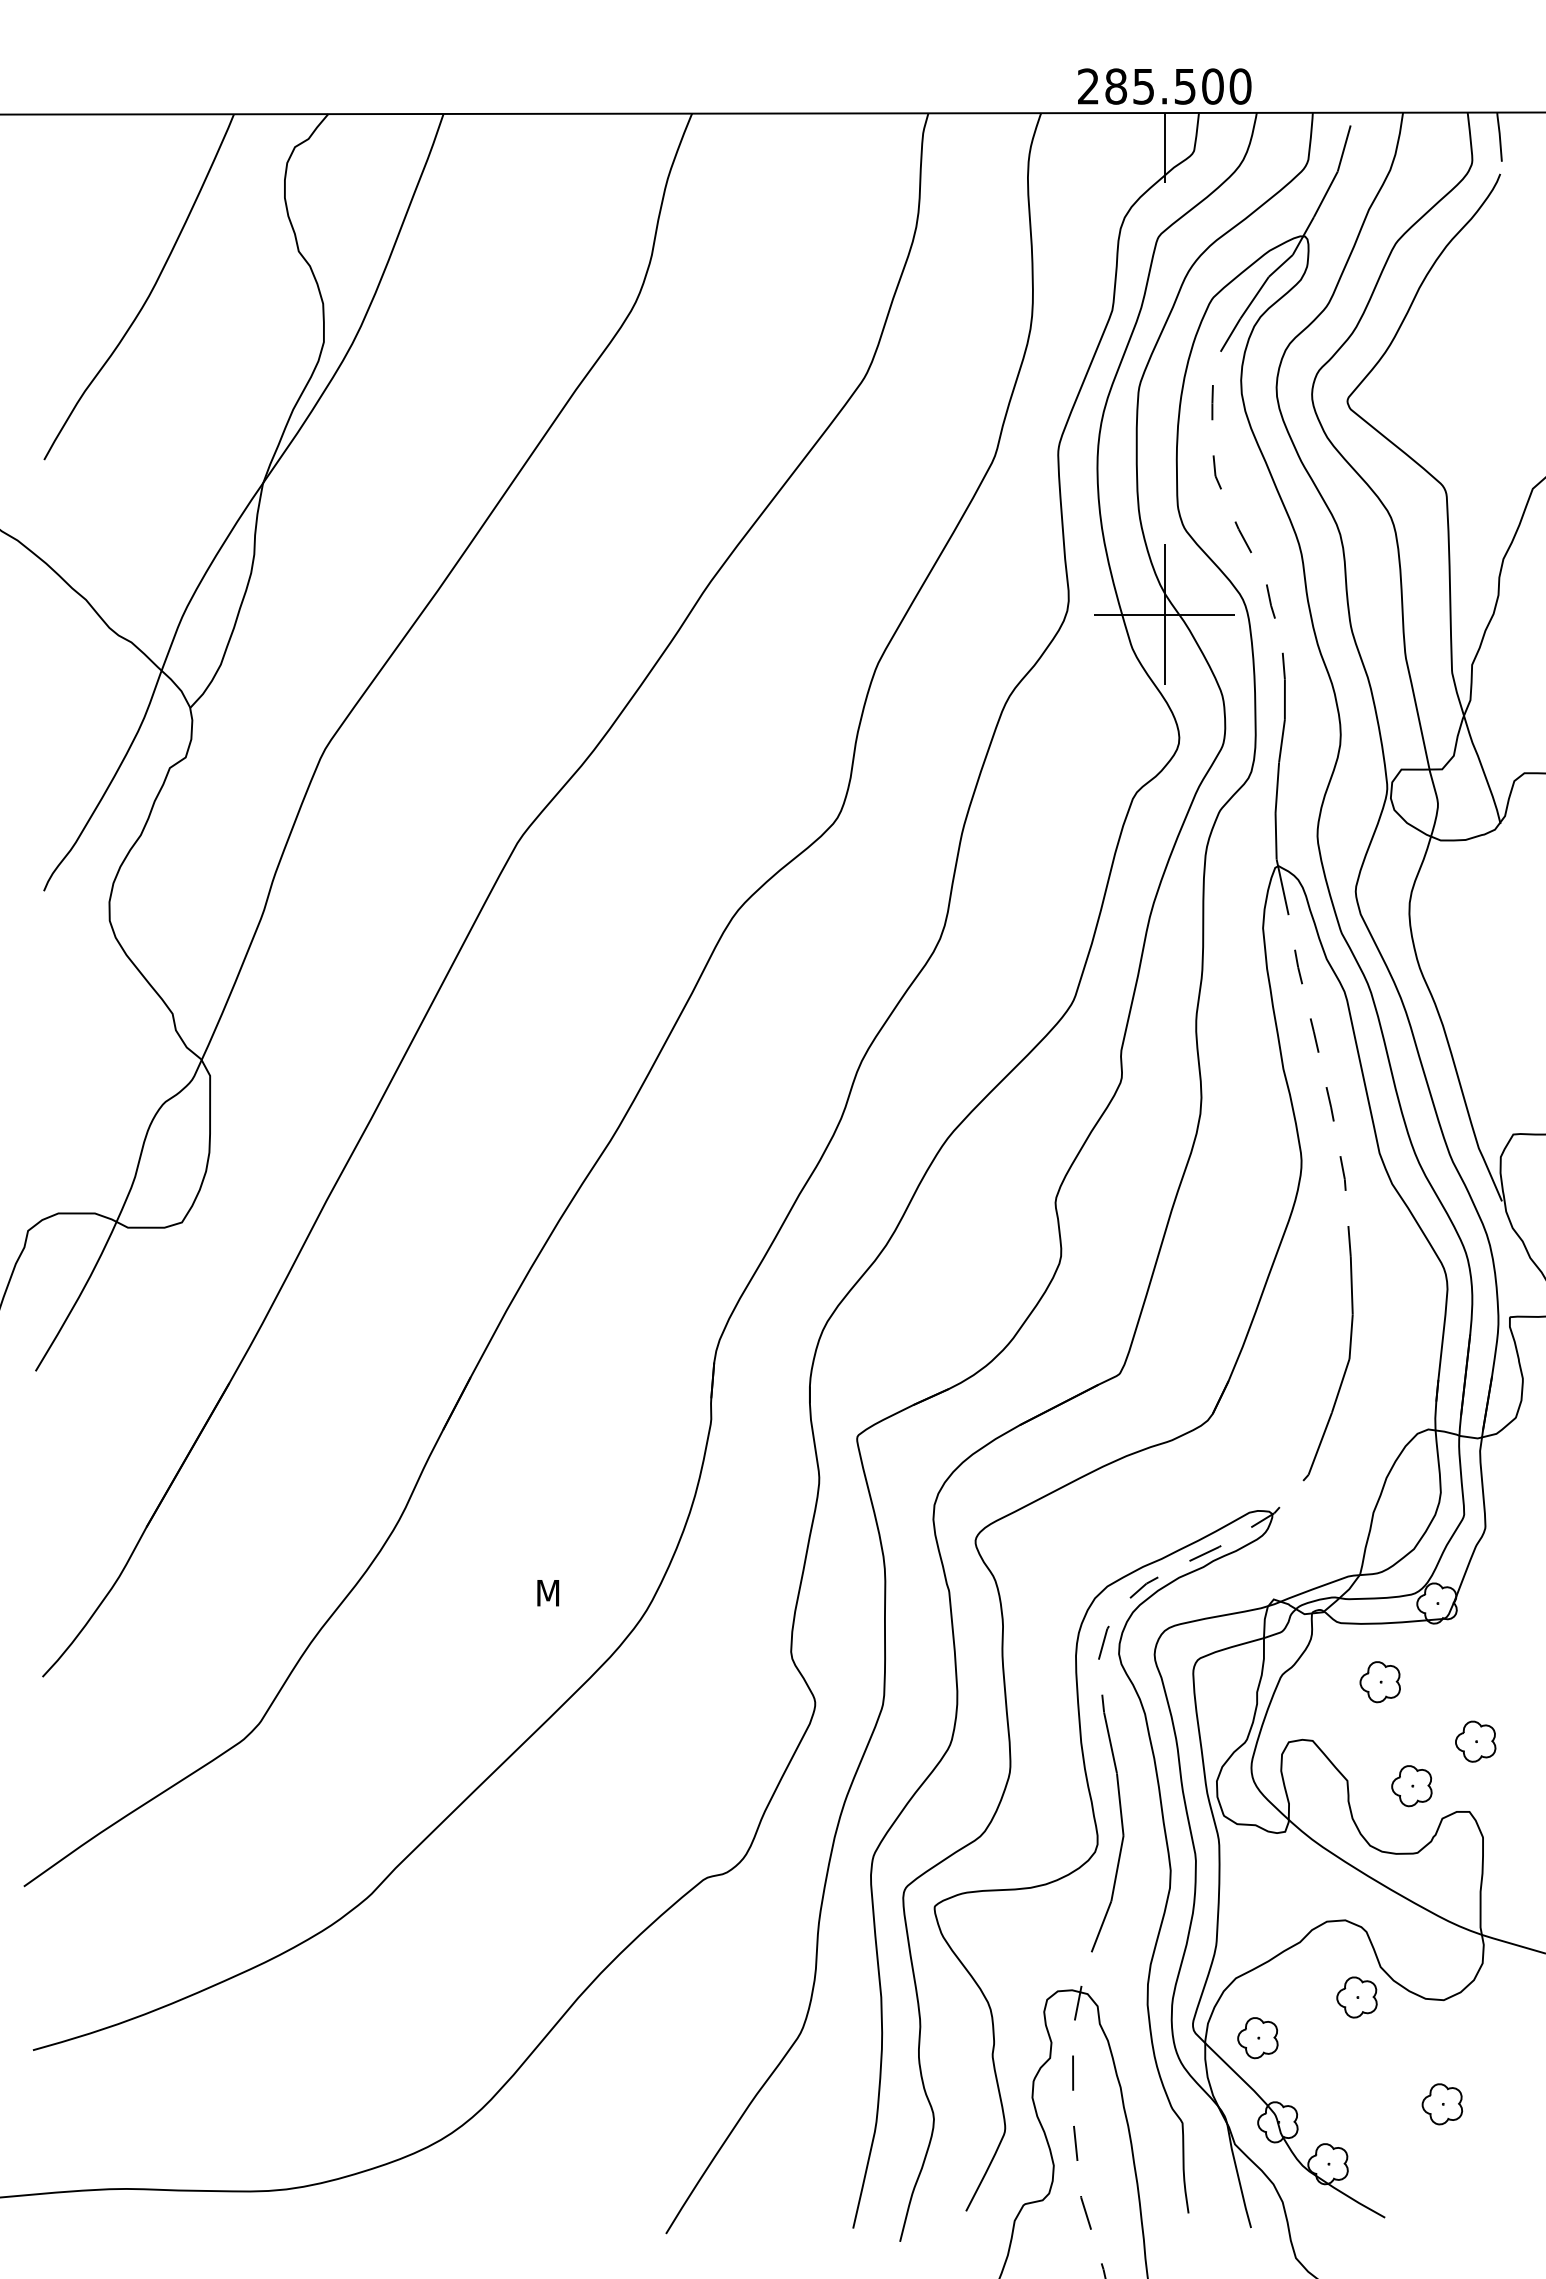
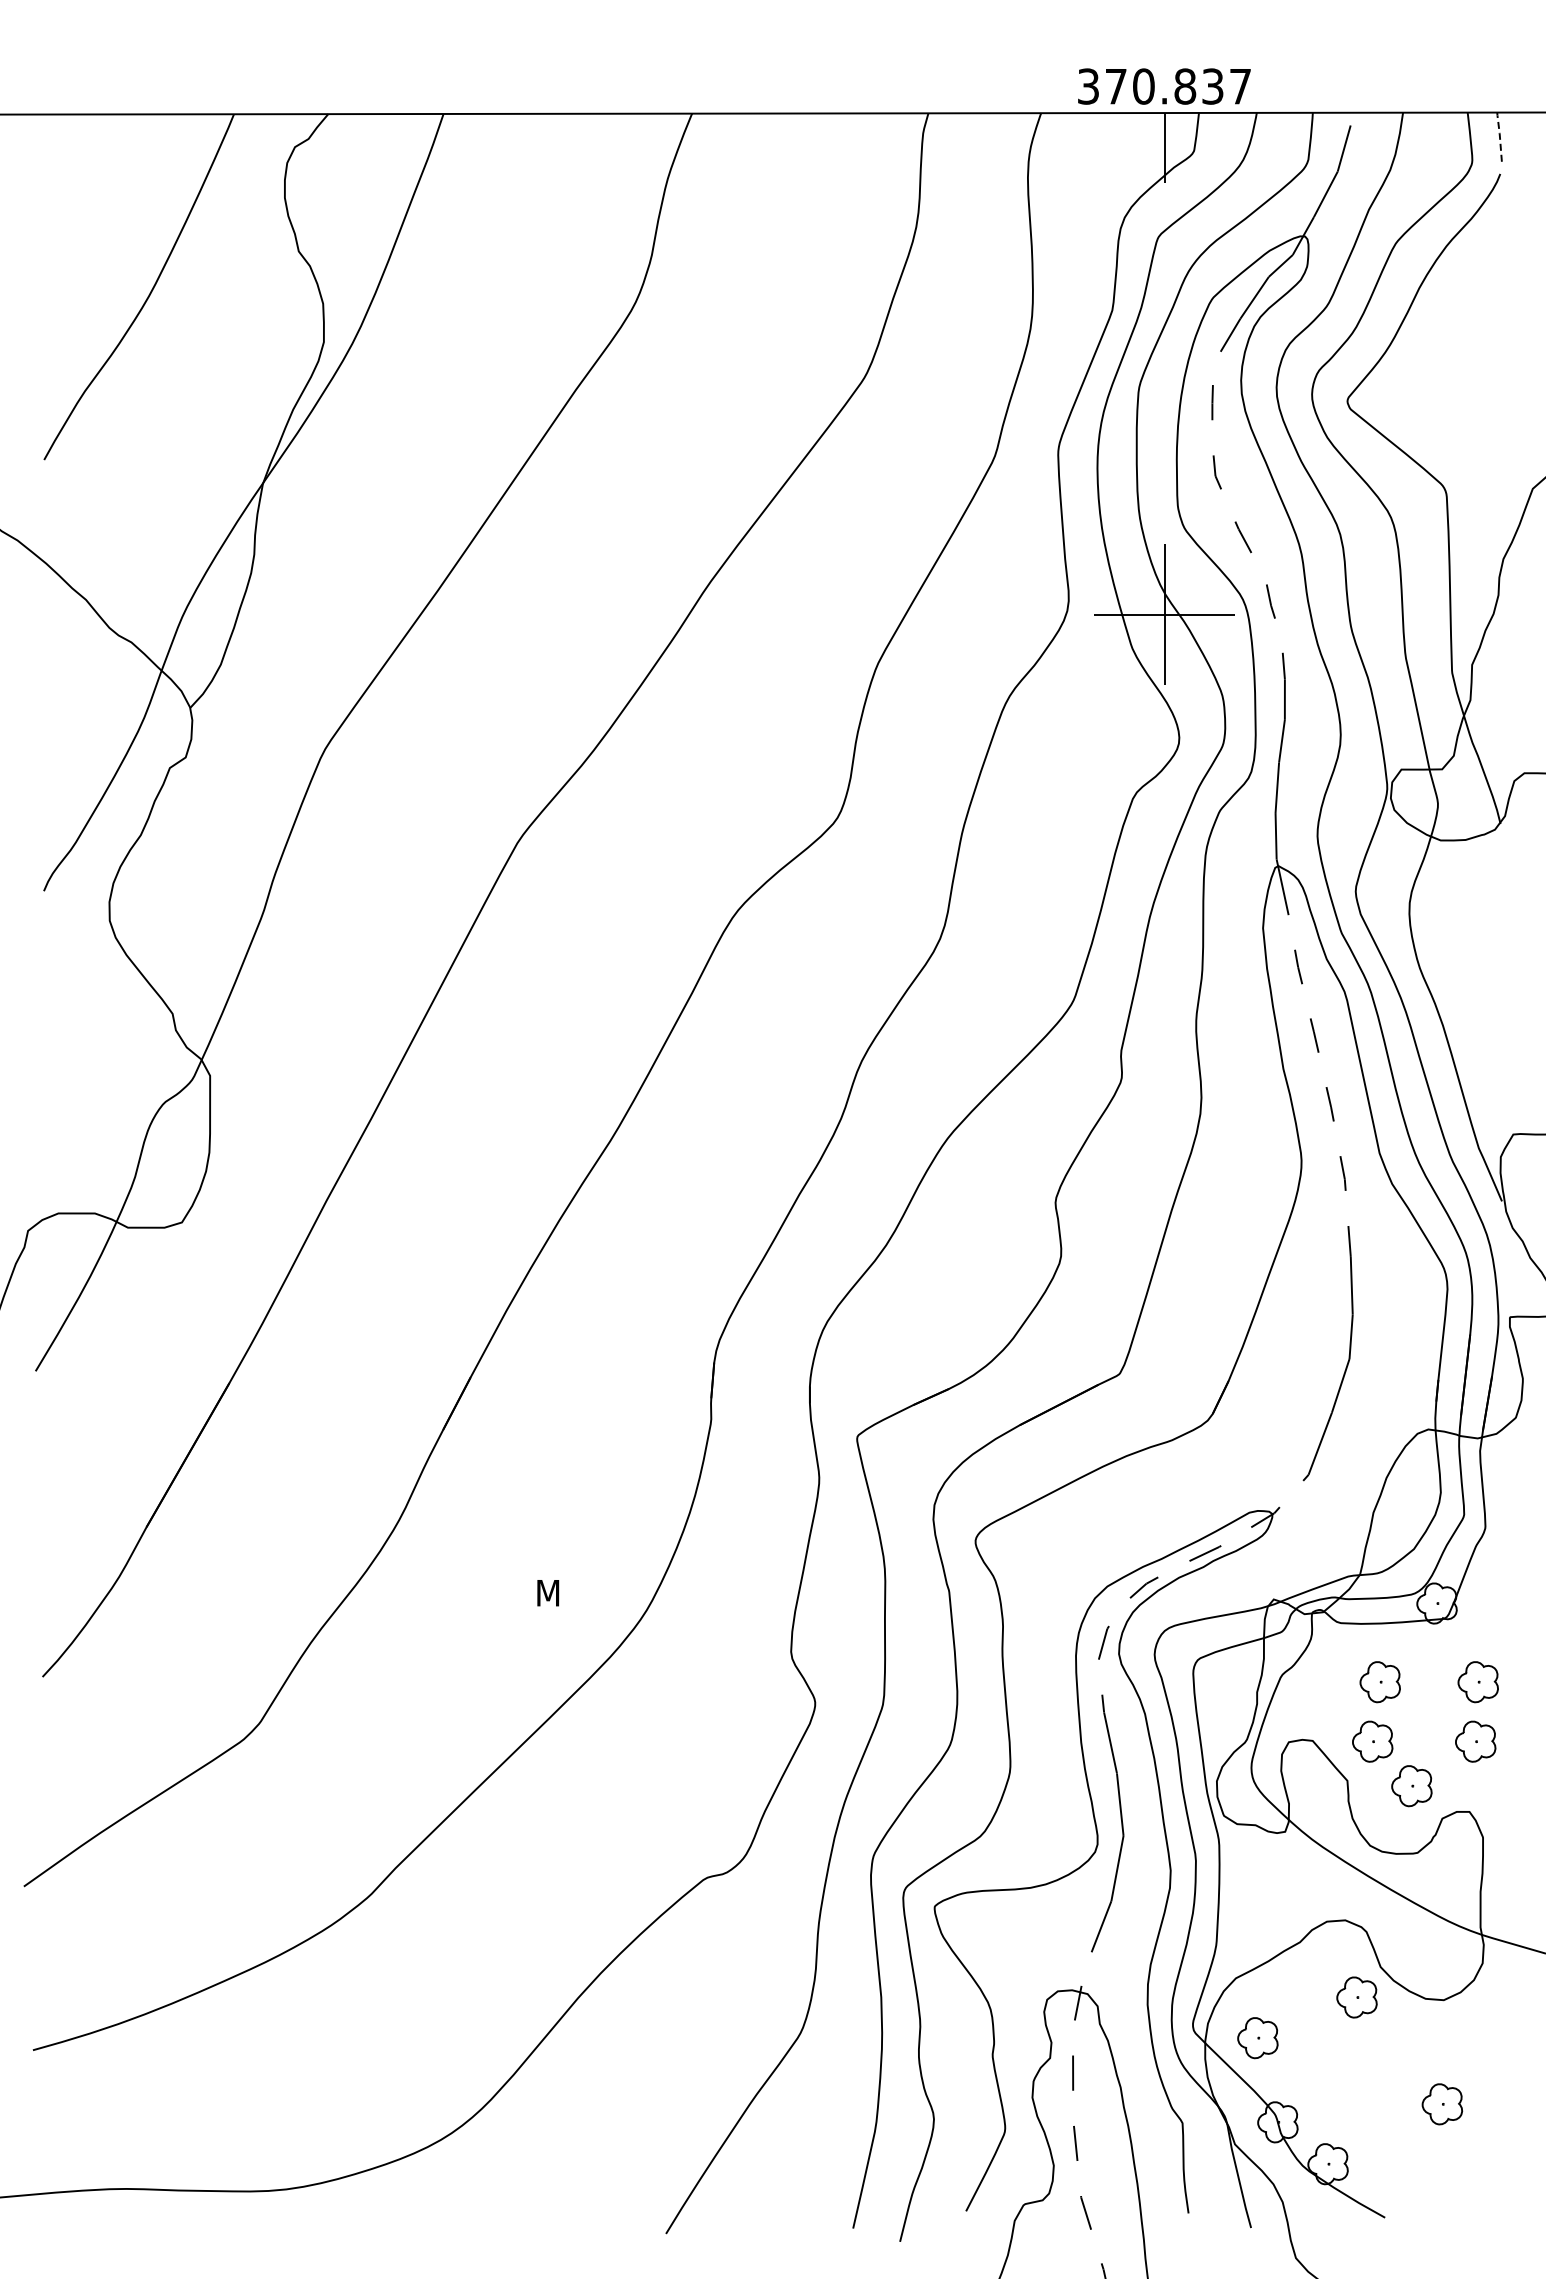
text at (1164, 86): 285.500 -> 370.837
line at (1499, 135): solid -> dashed
part at (1477, 1682): none -> present
part at (1372, 1741): none -> present
